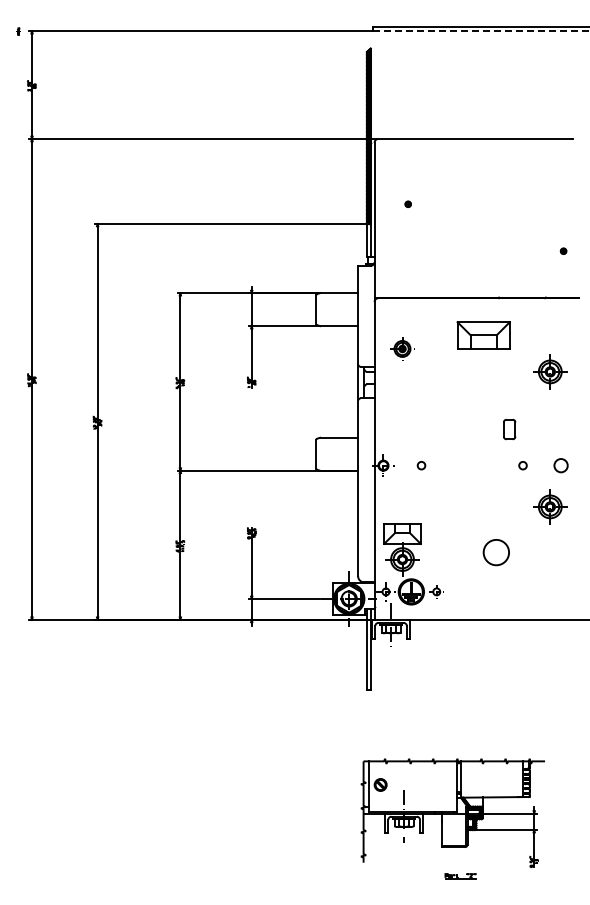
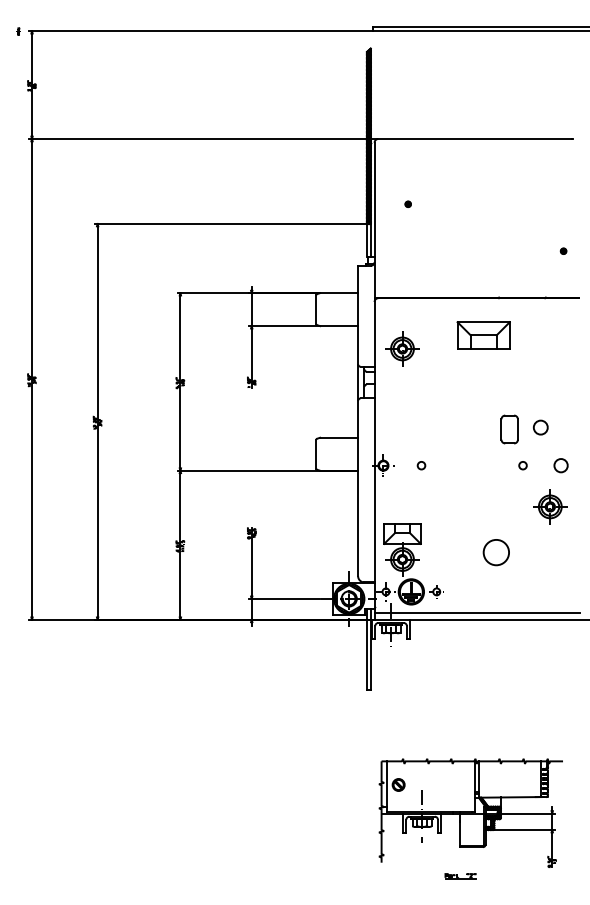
line at (481, 31): dashed -> solid
part at (402, 348) size: 25x24 px -> 35x36 px
part at (550, 371): present -> none
circle at (540, 427): none -> present
part at (509, 429) size: 14x23 px -> 19x31 px
line at (477, 613): none -> present
part at (452, 812) position: (452, 812) -> (470, 812)
